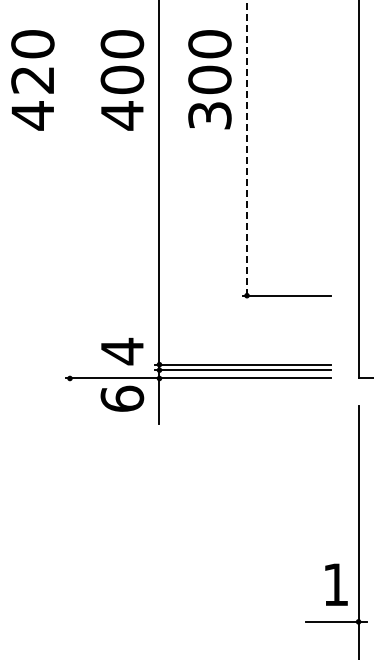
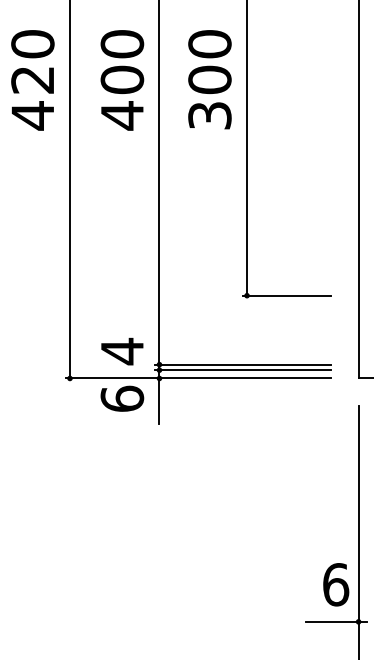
line at (247, 148): dashed -> solid
line at (69, 190): none -> present
text at (336, 584): 1 -> 6
